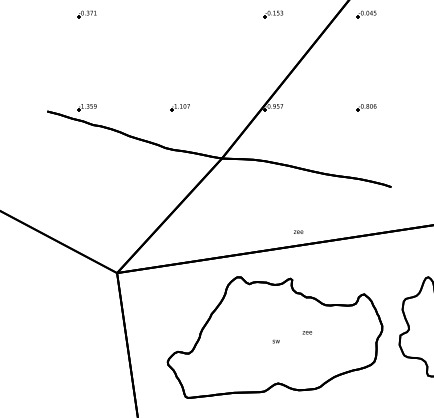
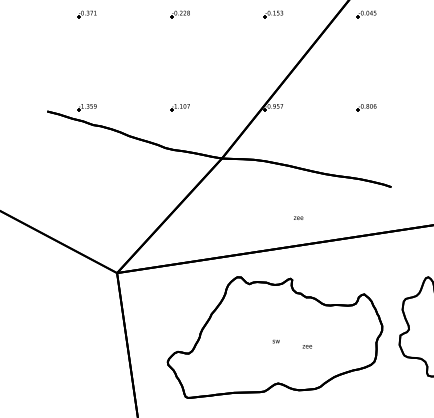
part at (179, 14): none -> present
text at (298, 231) position: (298, 231) -> (298, 217)
text at (307, 332) position: (307, 332) -> (307, 346)
